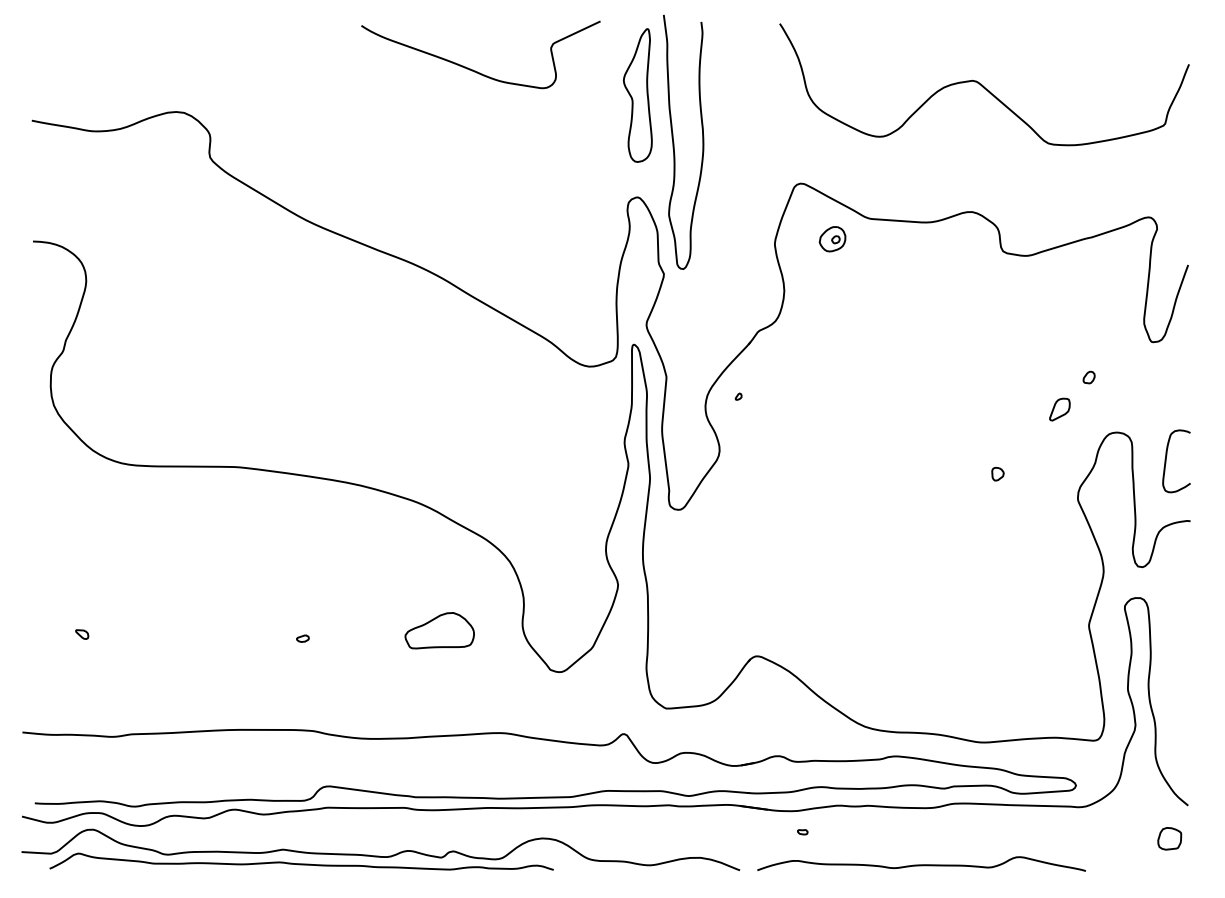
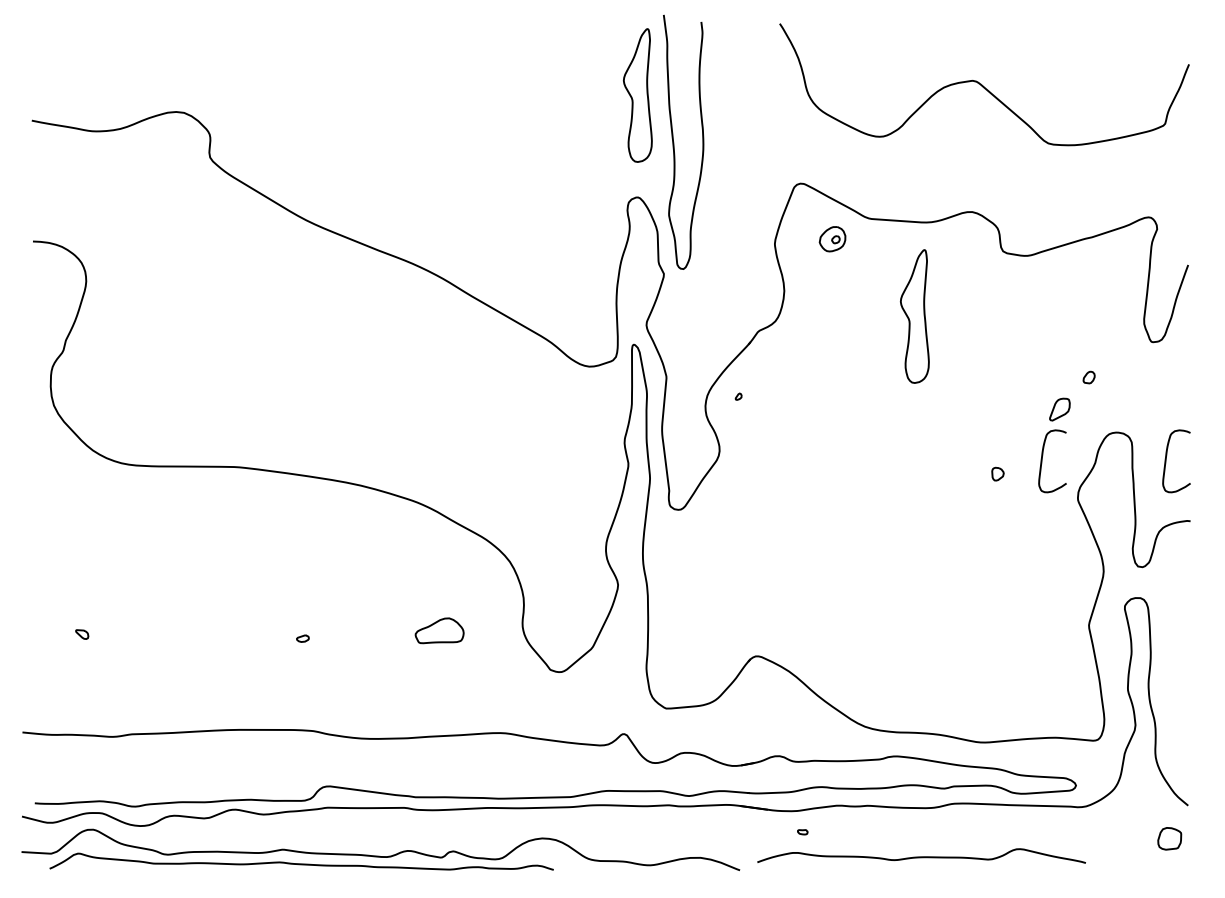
curve at (473, 69): present -> none
part at (914, 316): none -> present
curve at (1042, 461): none -> present
part at (439, 630) size: 71x38 px -> 51x28 px
curve at (921, 864) position: (921, 864) -> (921, 856)
